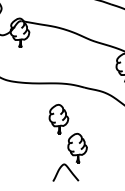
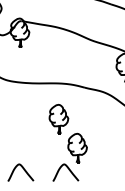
curve at (24, 171): none -> present
